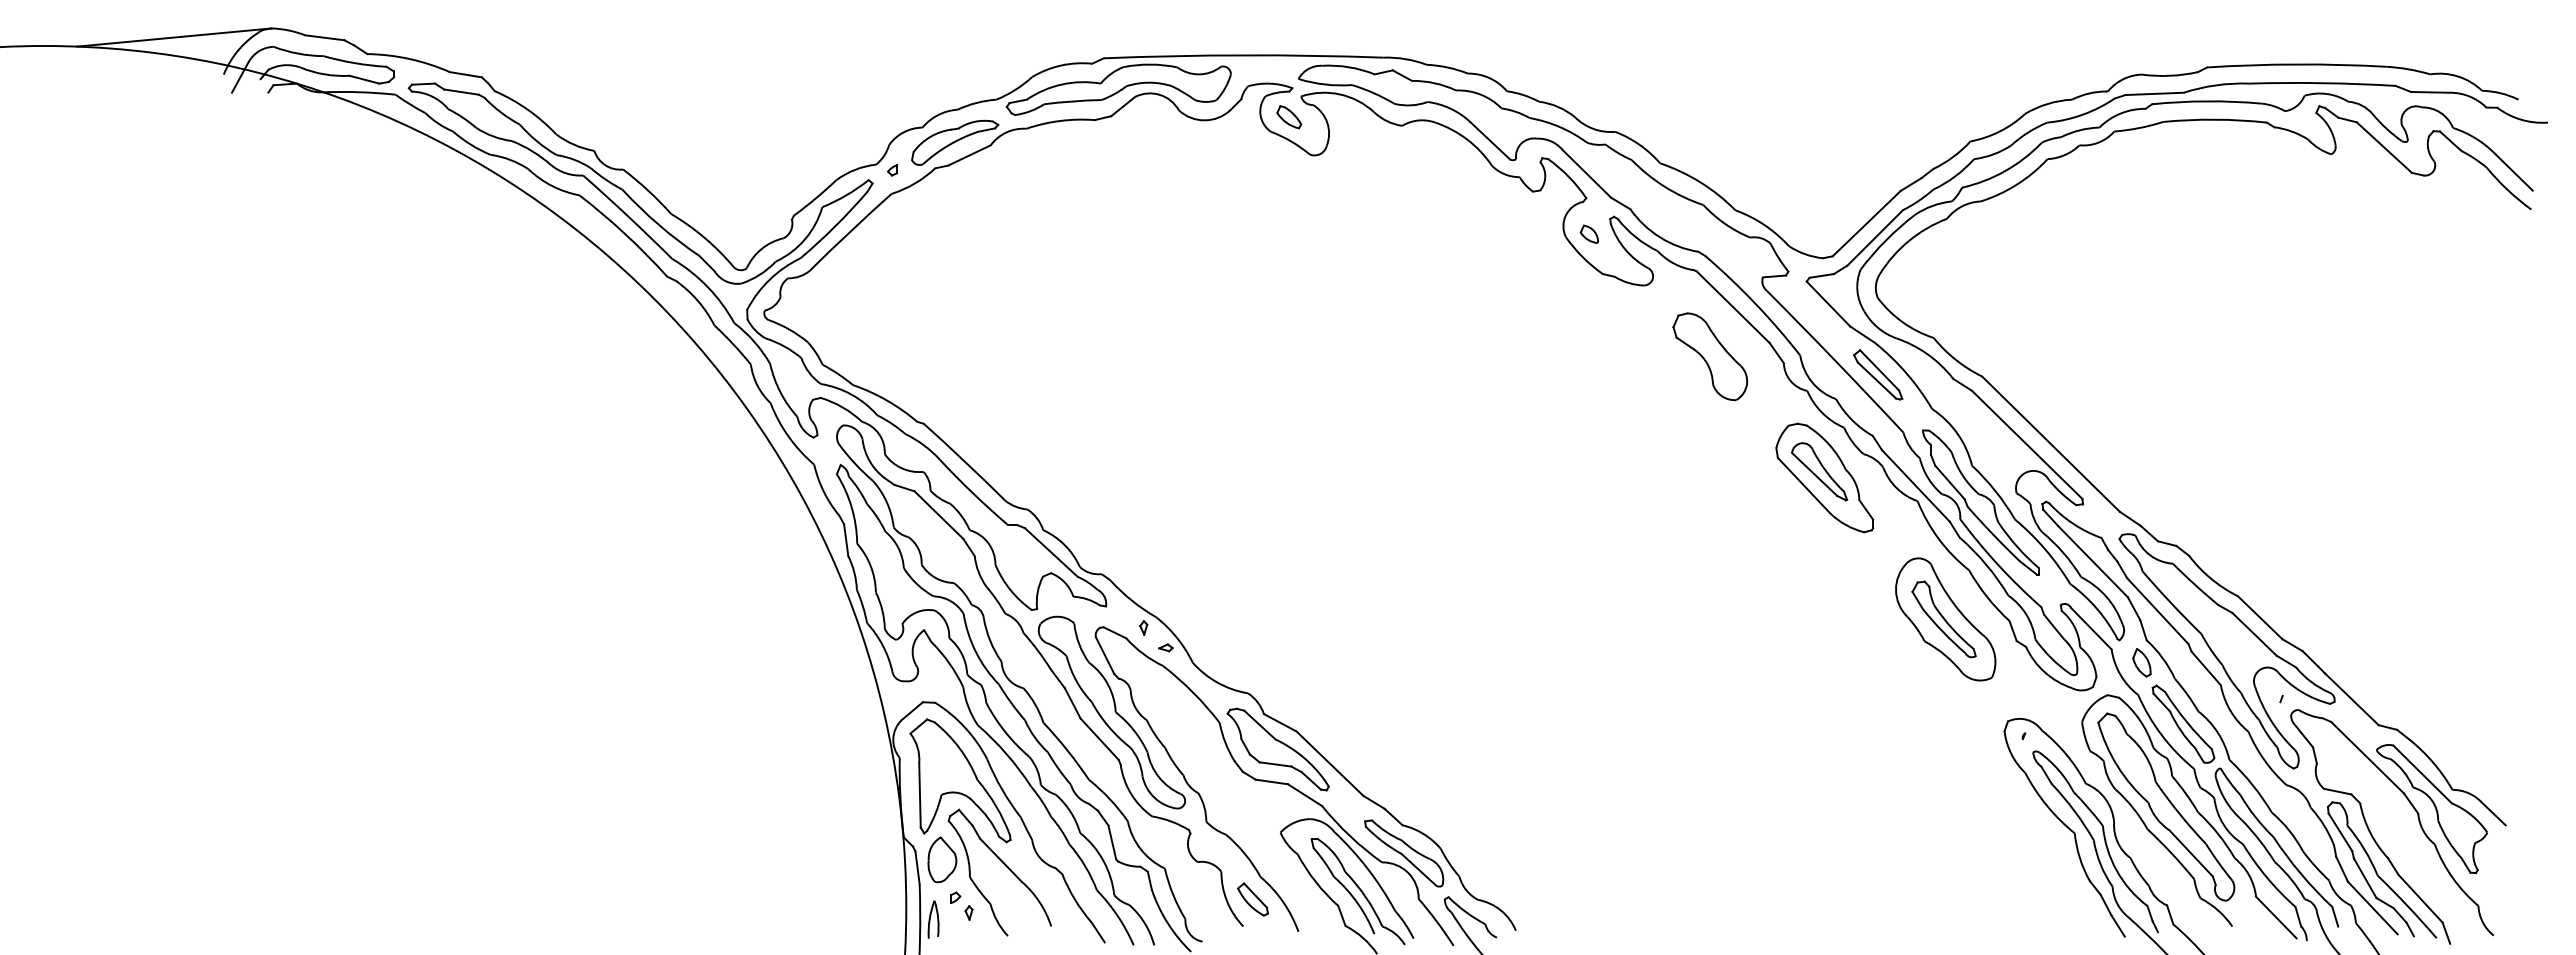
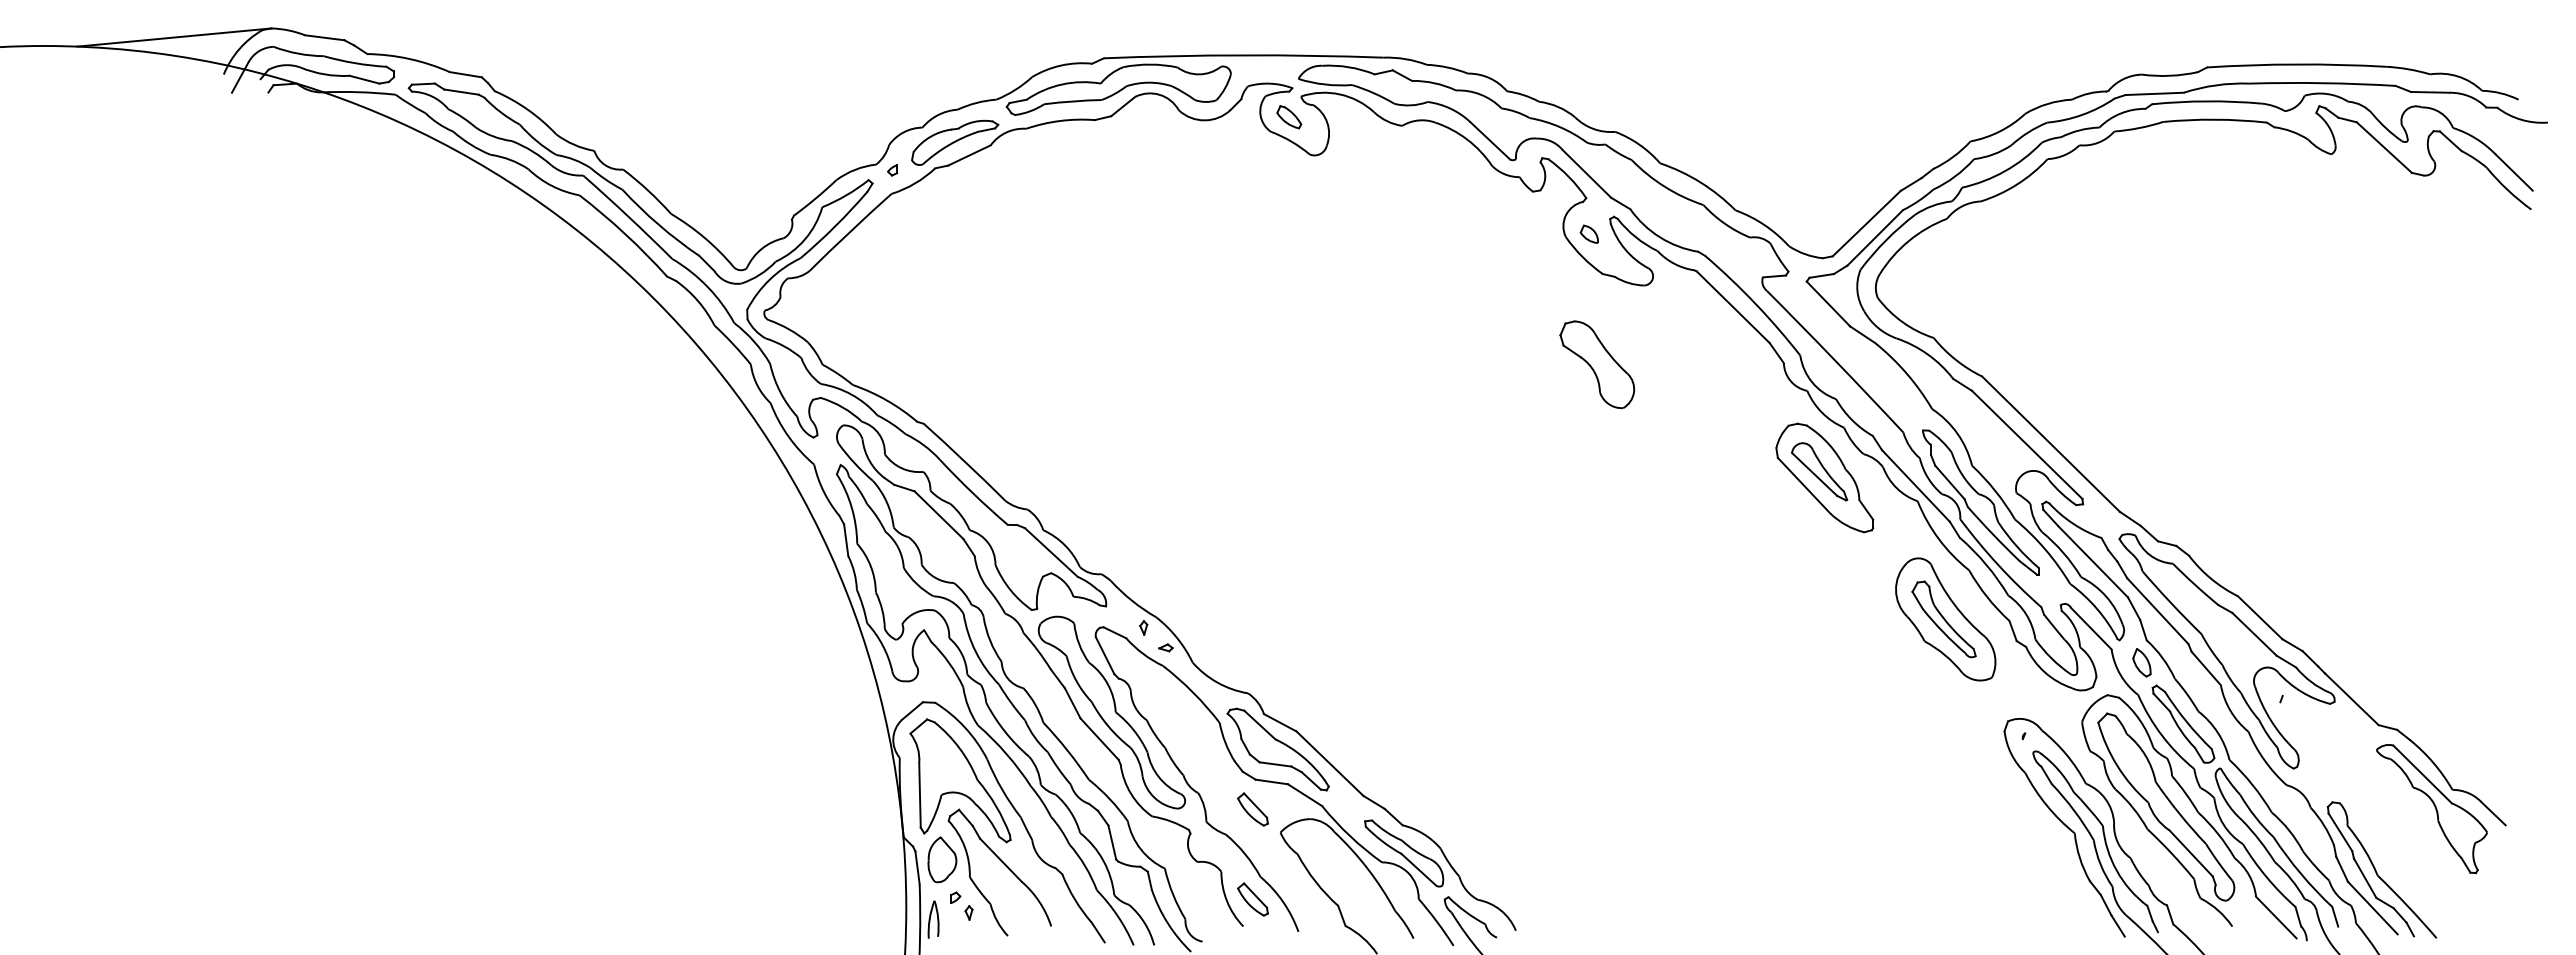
part at (1710, 356) position: (1710, 356) -> (1597, 364)
part at (1878, 374): present -> none
part at (1252, 809): none -> present
part at (2375, 839): present -> none
part at (1357, 891): present -> none
